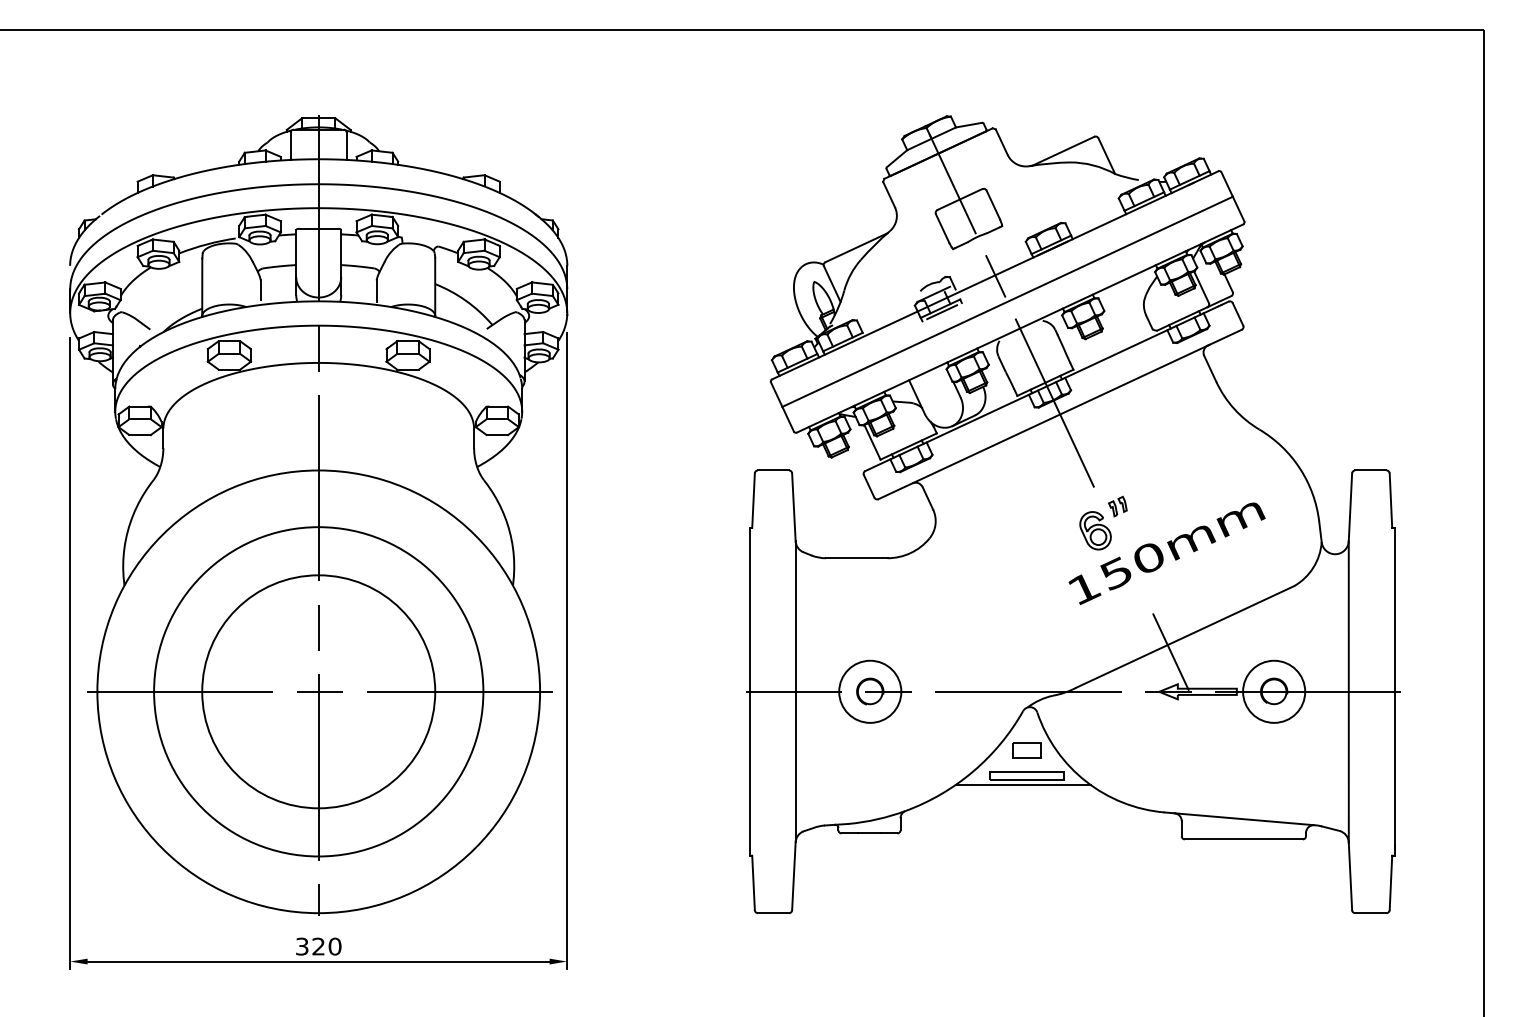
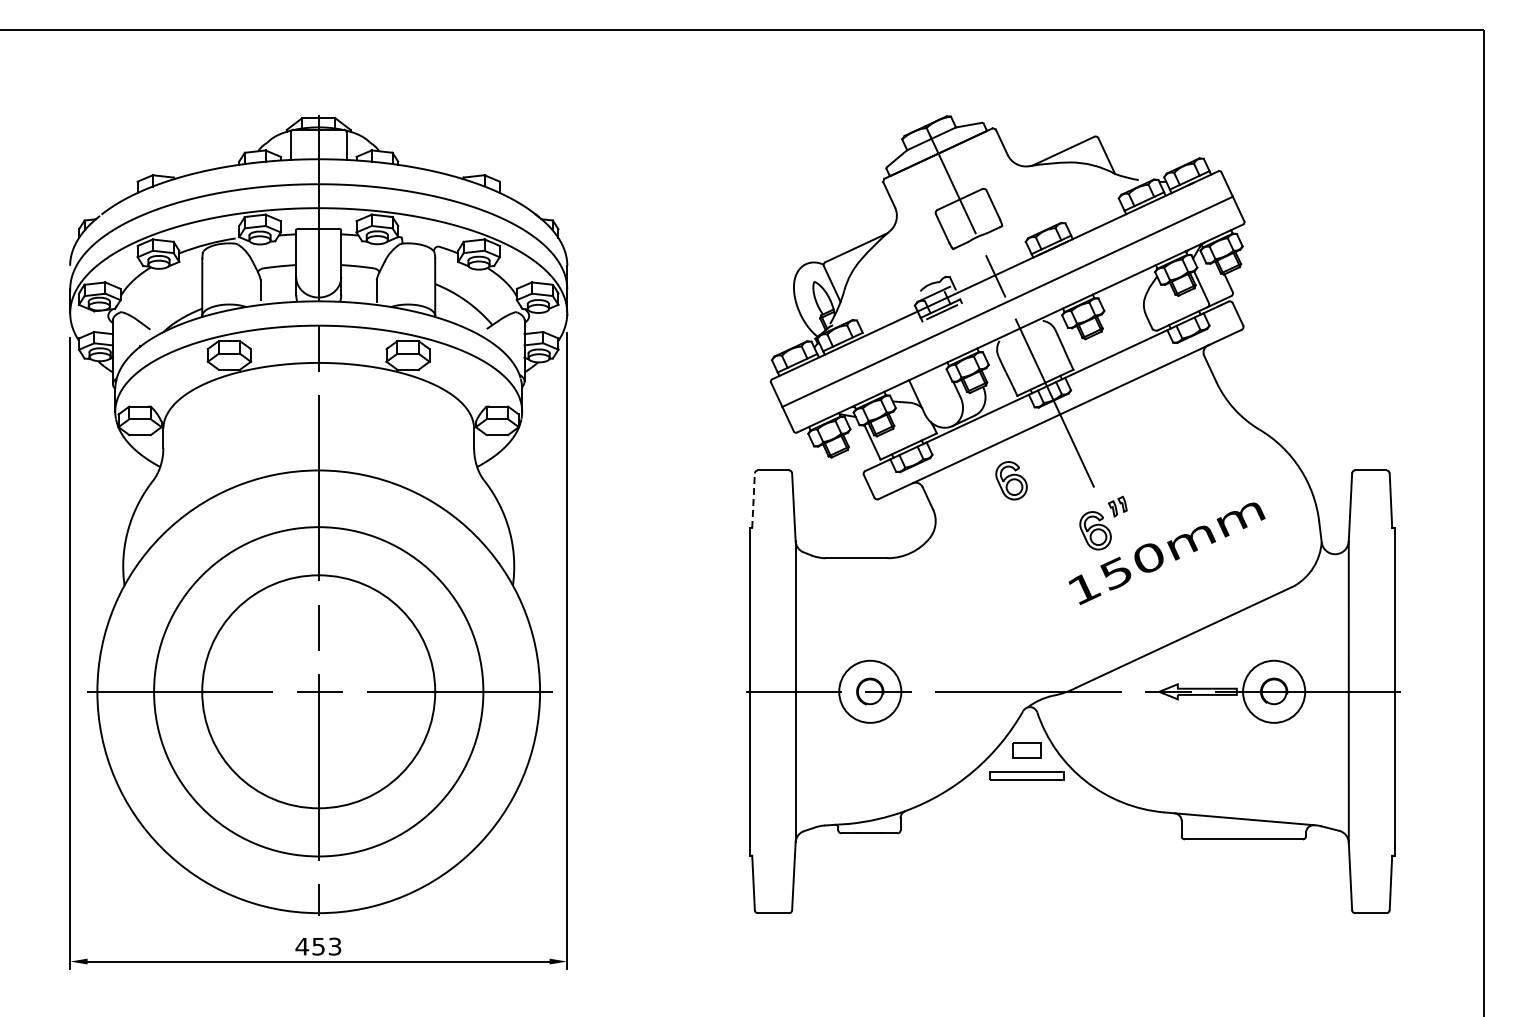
part at (1011, 480): none -> present
line at (753, 500): solid -> dashed
line at (1170, 651): present -> none
line at (1023, 785): present -> none
text at (318, 946): 320 -> 453
